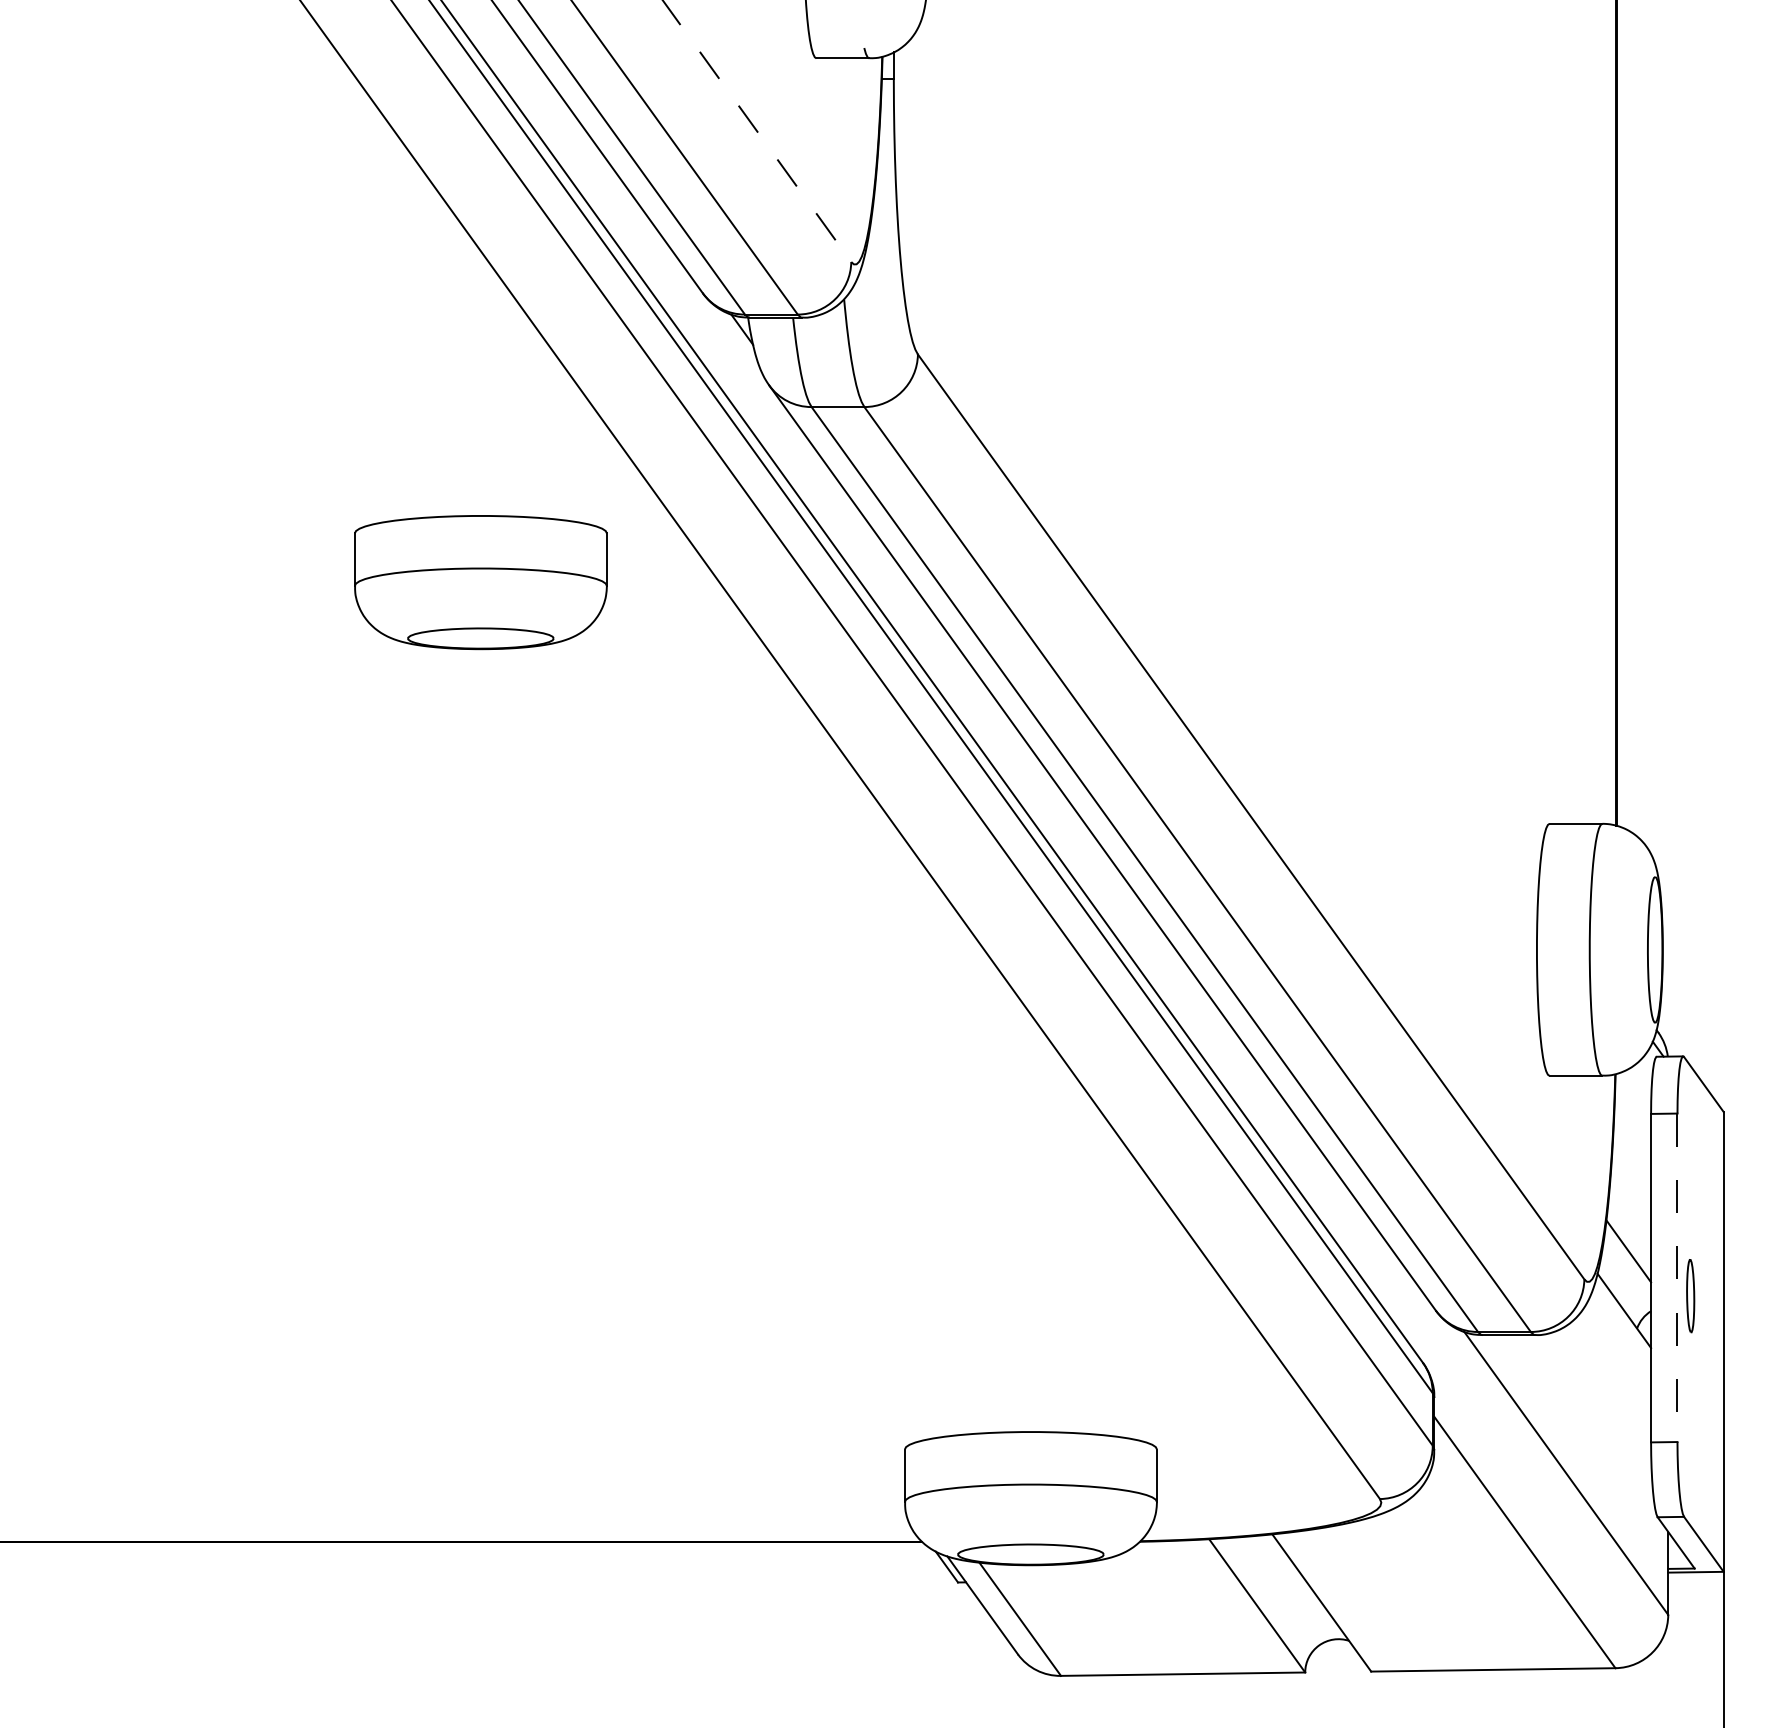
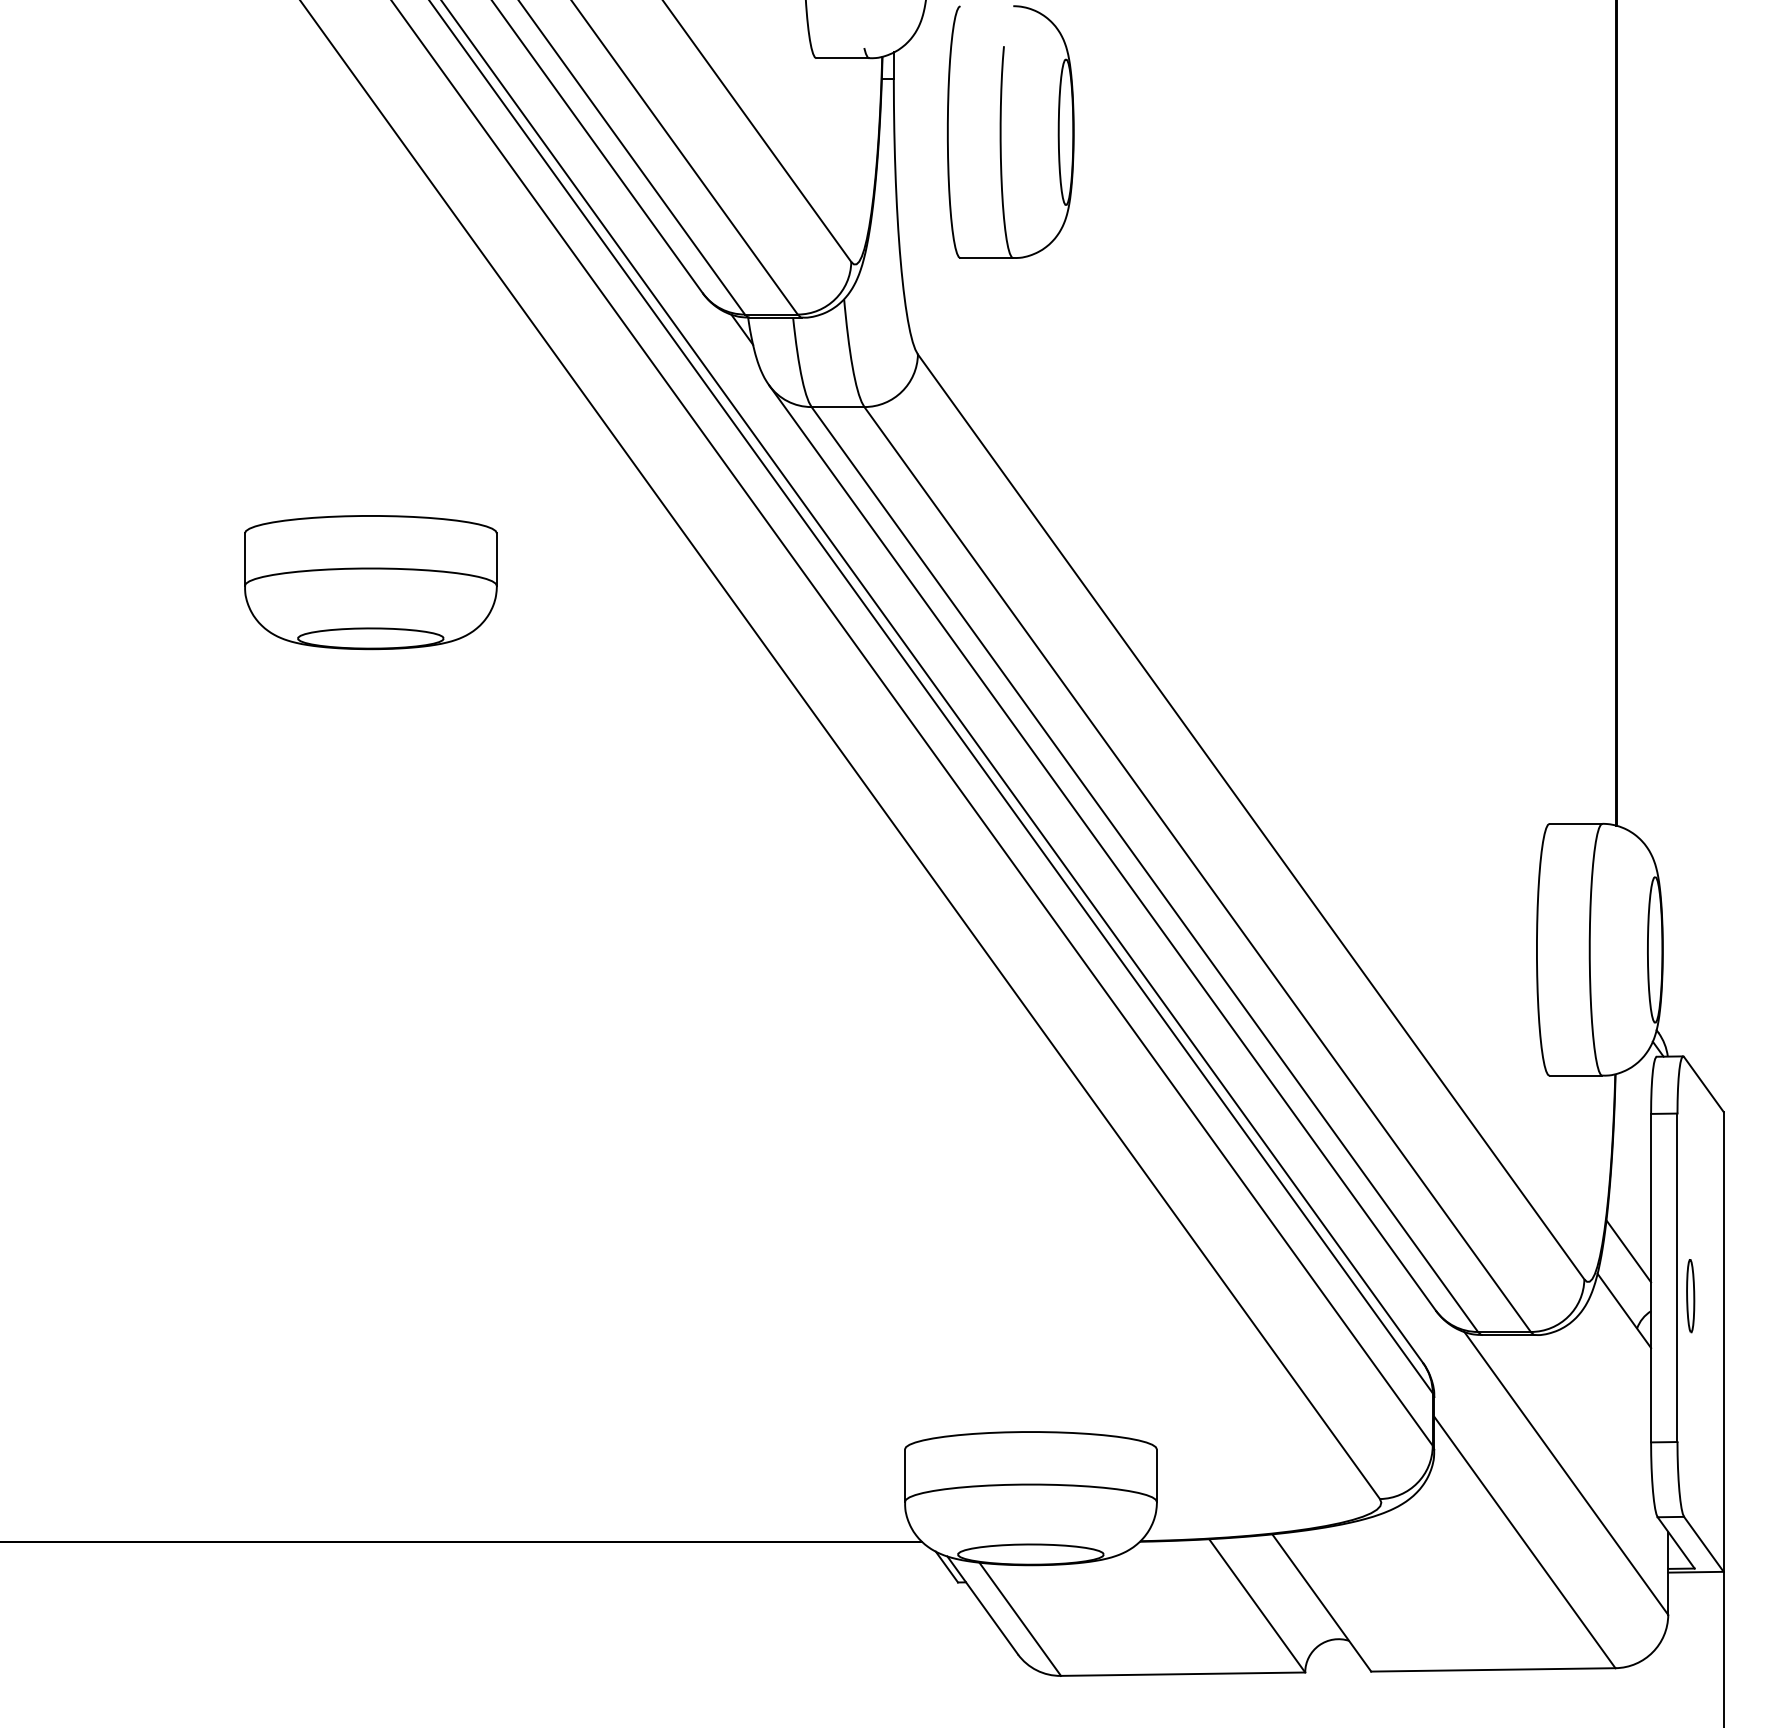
line at (757, 131): dashed -> solid
part at (1001, 131): none -> present
part at (480, 582) position: (480, 582) -> (370, 582)
line at (1677, 1278): dashed -> solid
